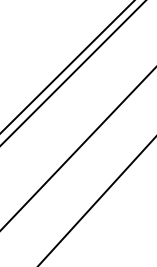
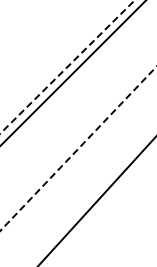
line at (67, 67): solid -> dashed
line at (77, 149): solid -> dashed
